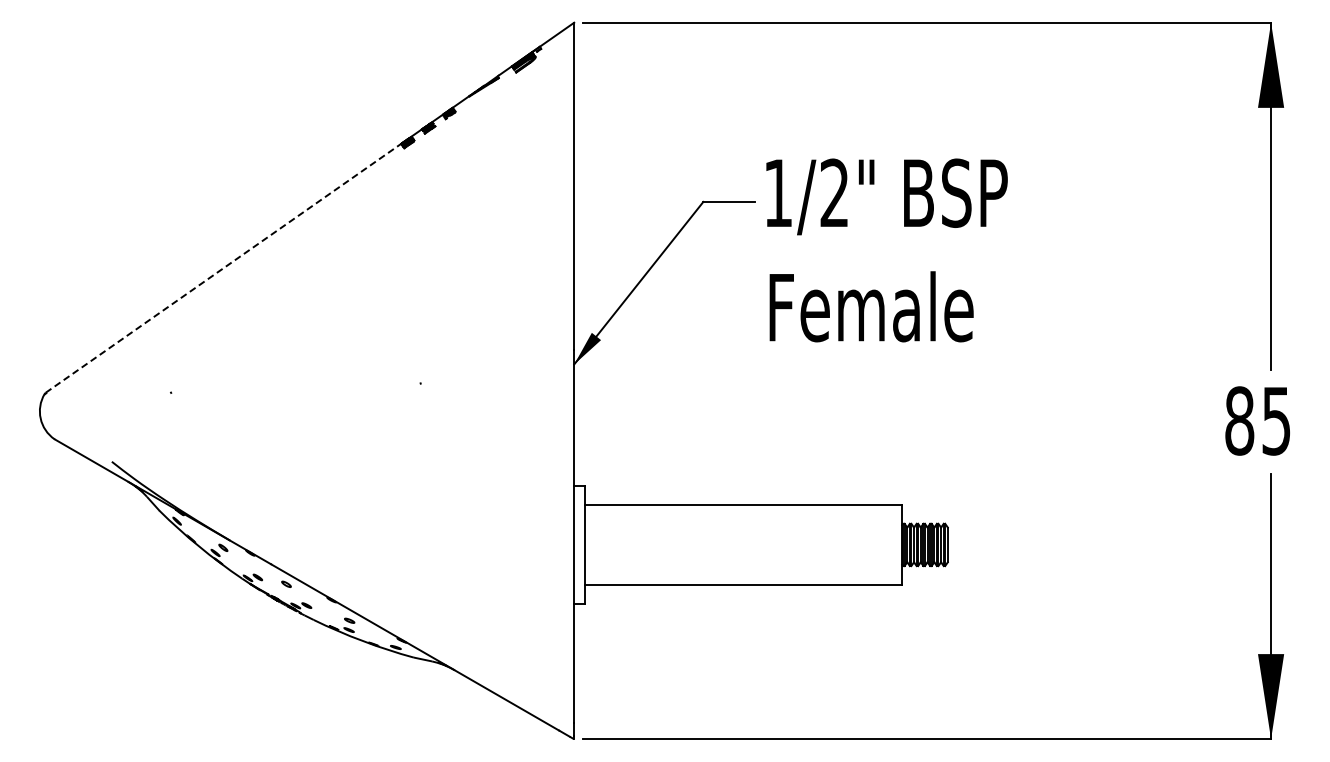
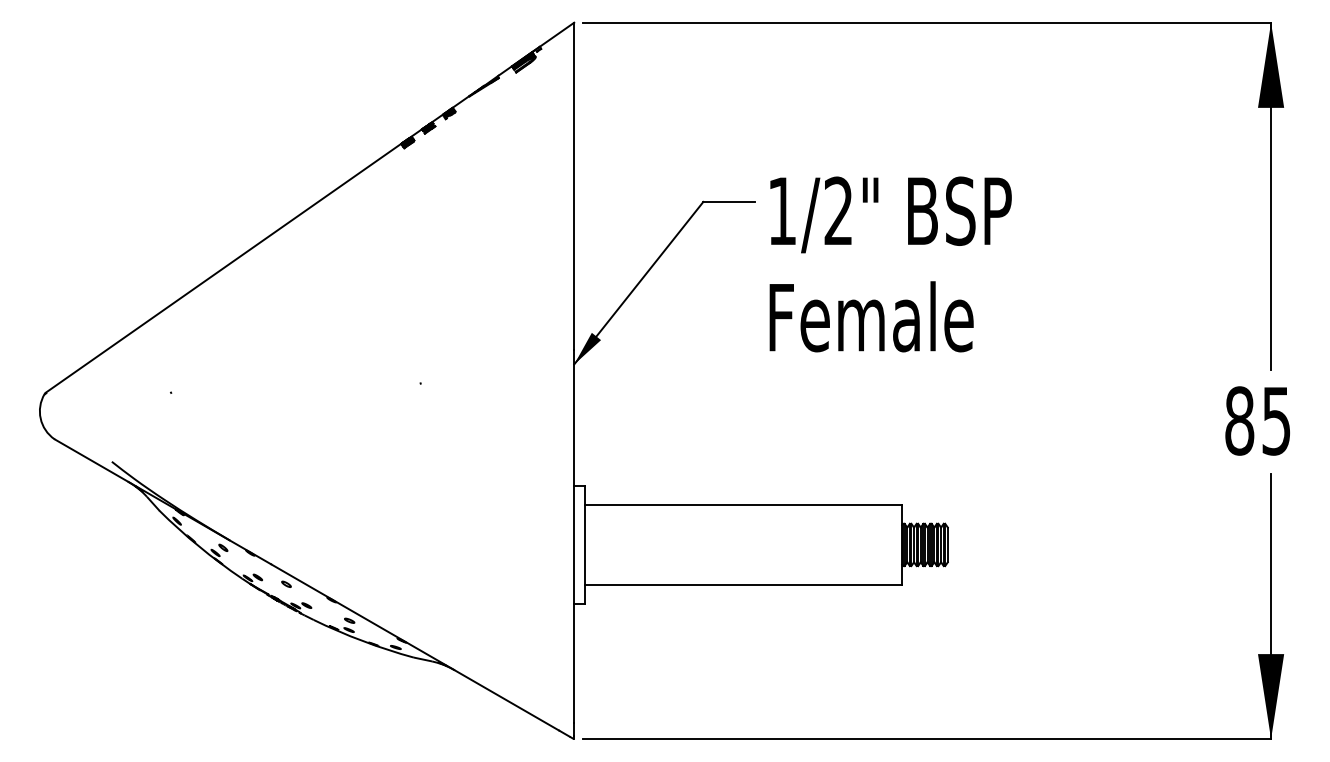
text at (886, 196) position: (886, 196) -> (890, 214)
line at (224, 267): dashed -> solid
text at (871, 306) position: (871, 306) -> (871, 316)
